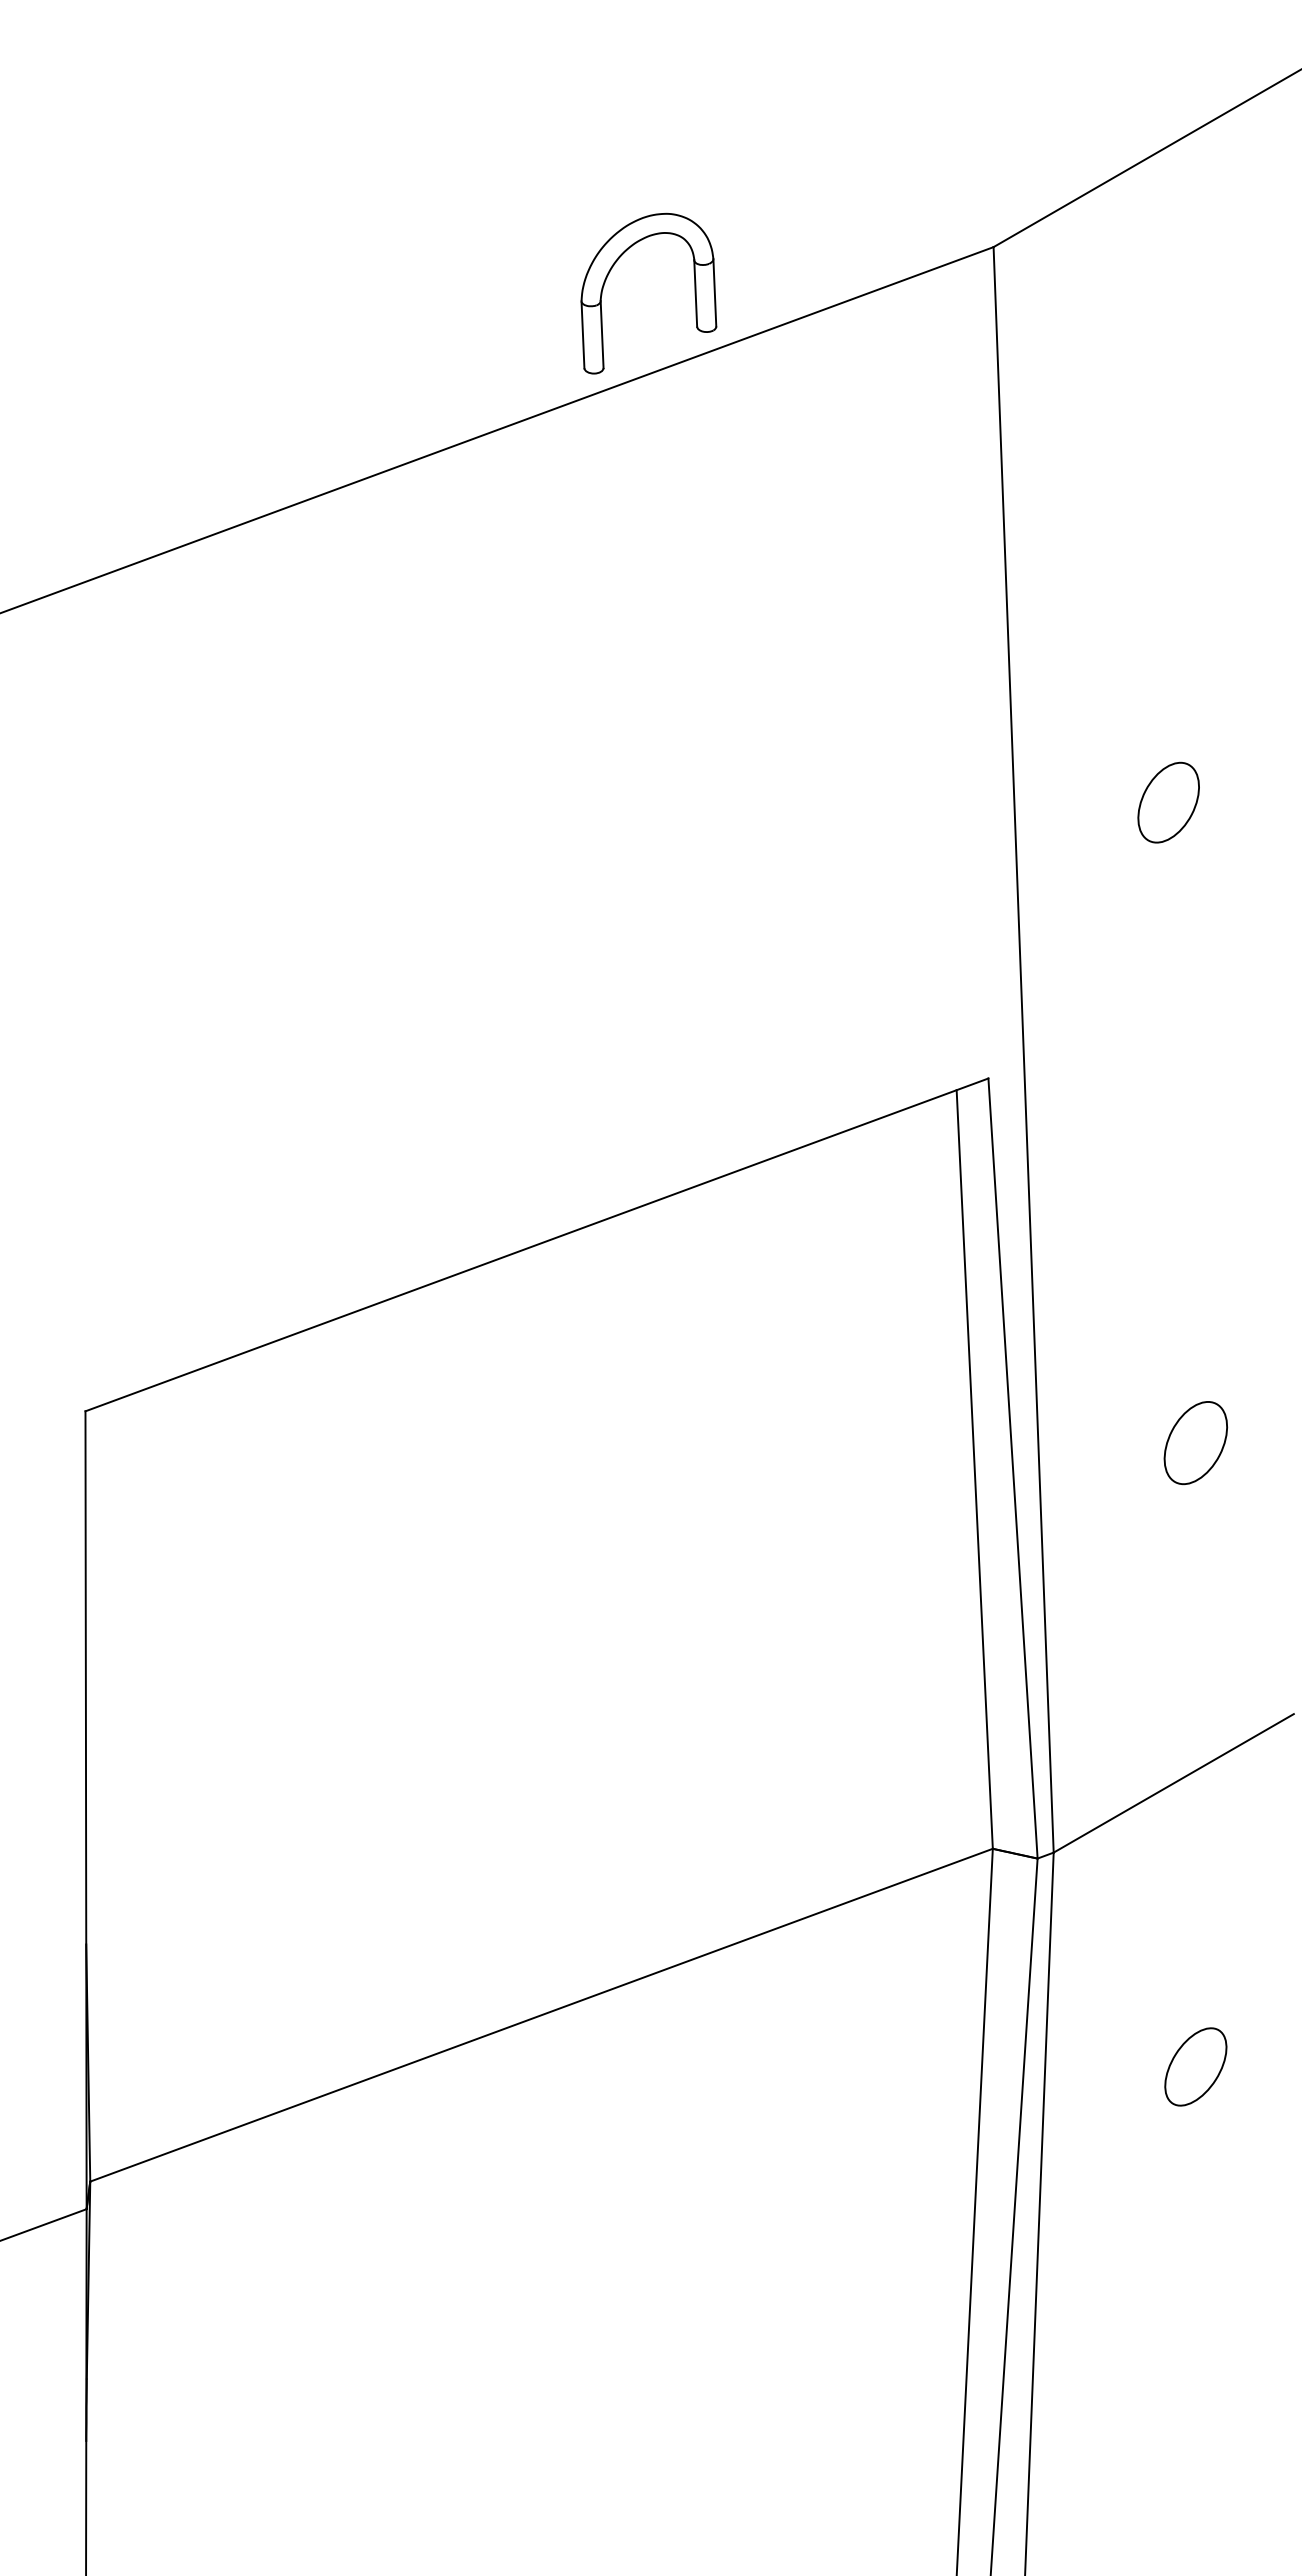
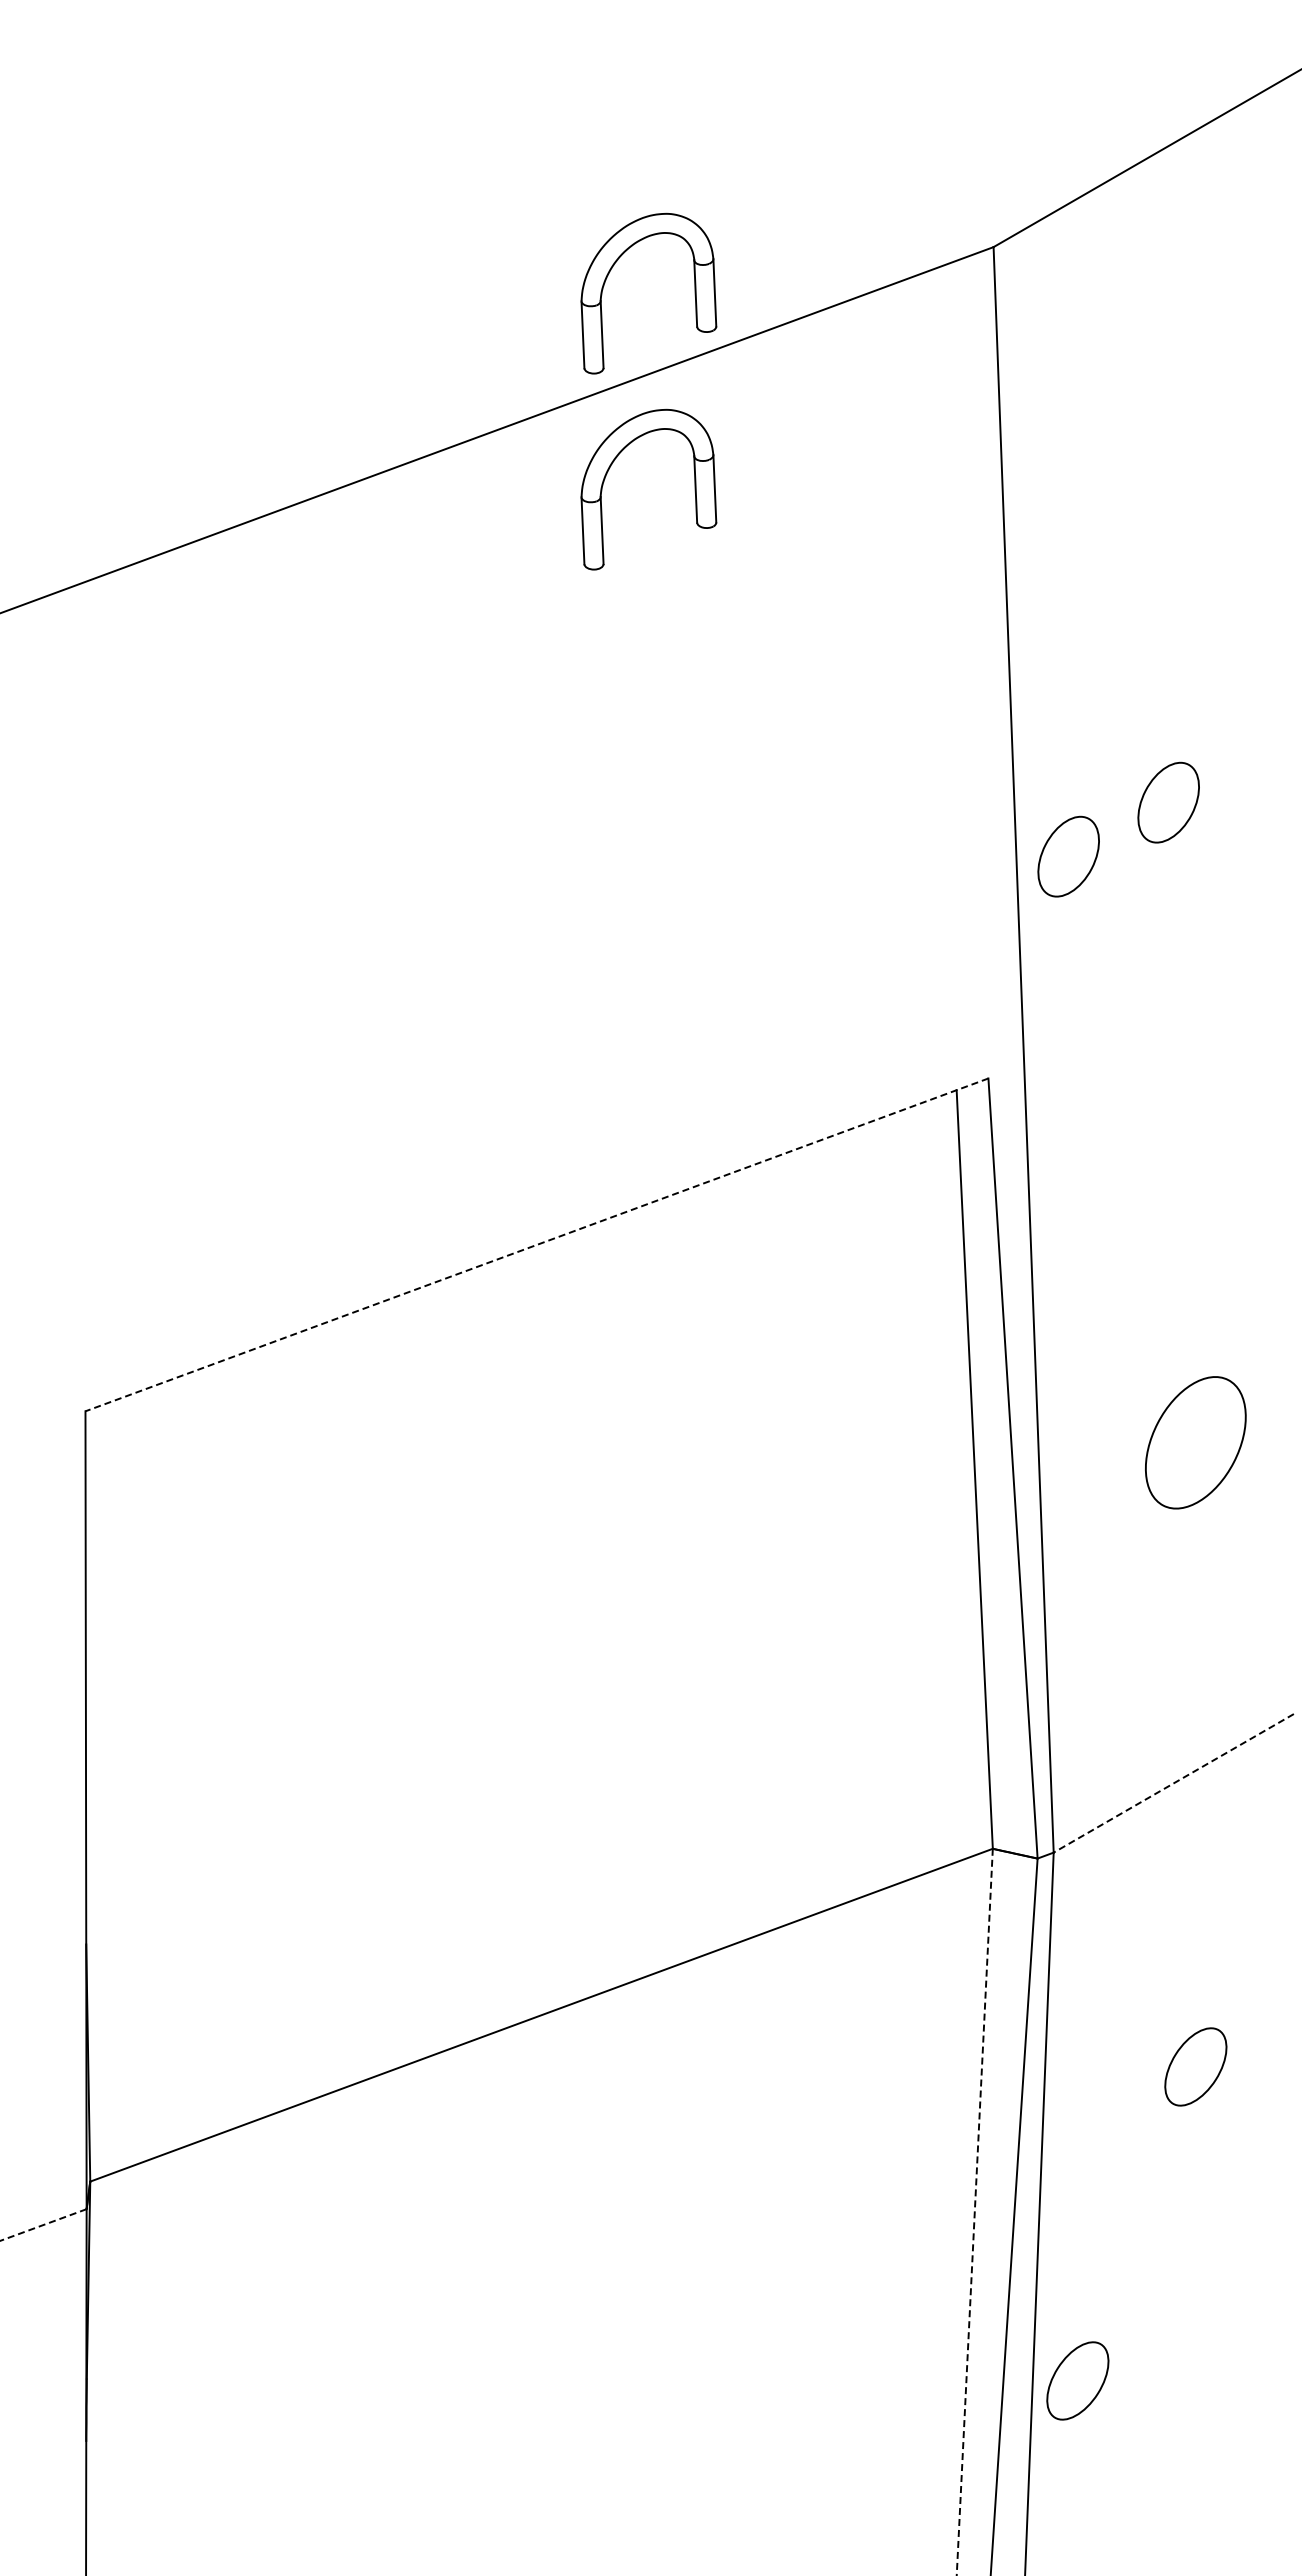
part at (611, 466): none -> present
part at (1068, 856): none -> present
line at (536, 1245): solid -> dashed
part at (1195, 1443) size: 66x85 px -> 102x134 px
line at (1173, 1783): solid -> dashed
line at (974, 2211): solid -> dashed
line at (43, 2224): solid -> dashed
part at (1077, 2380): none -> present
